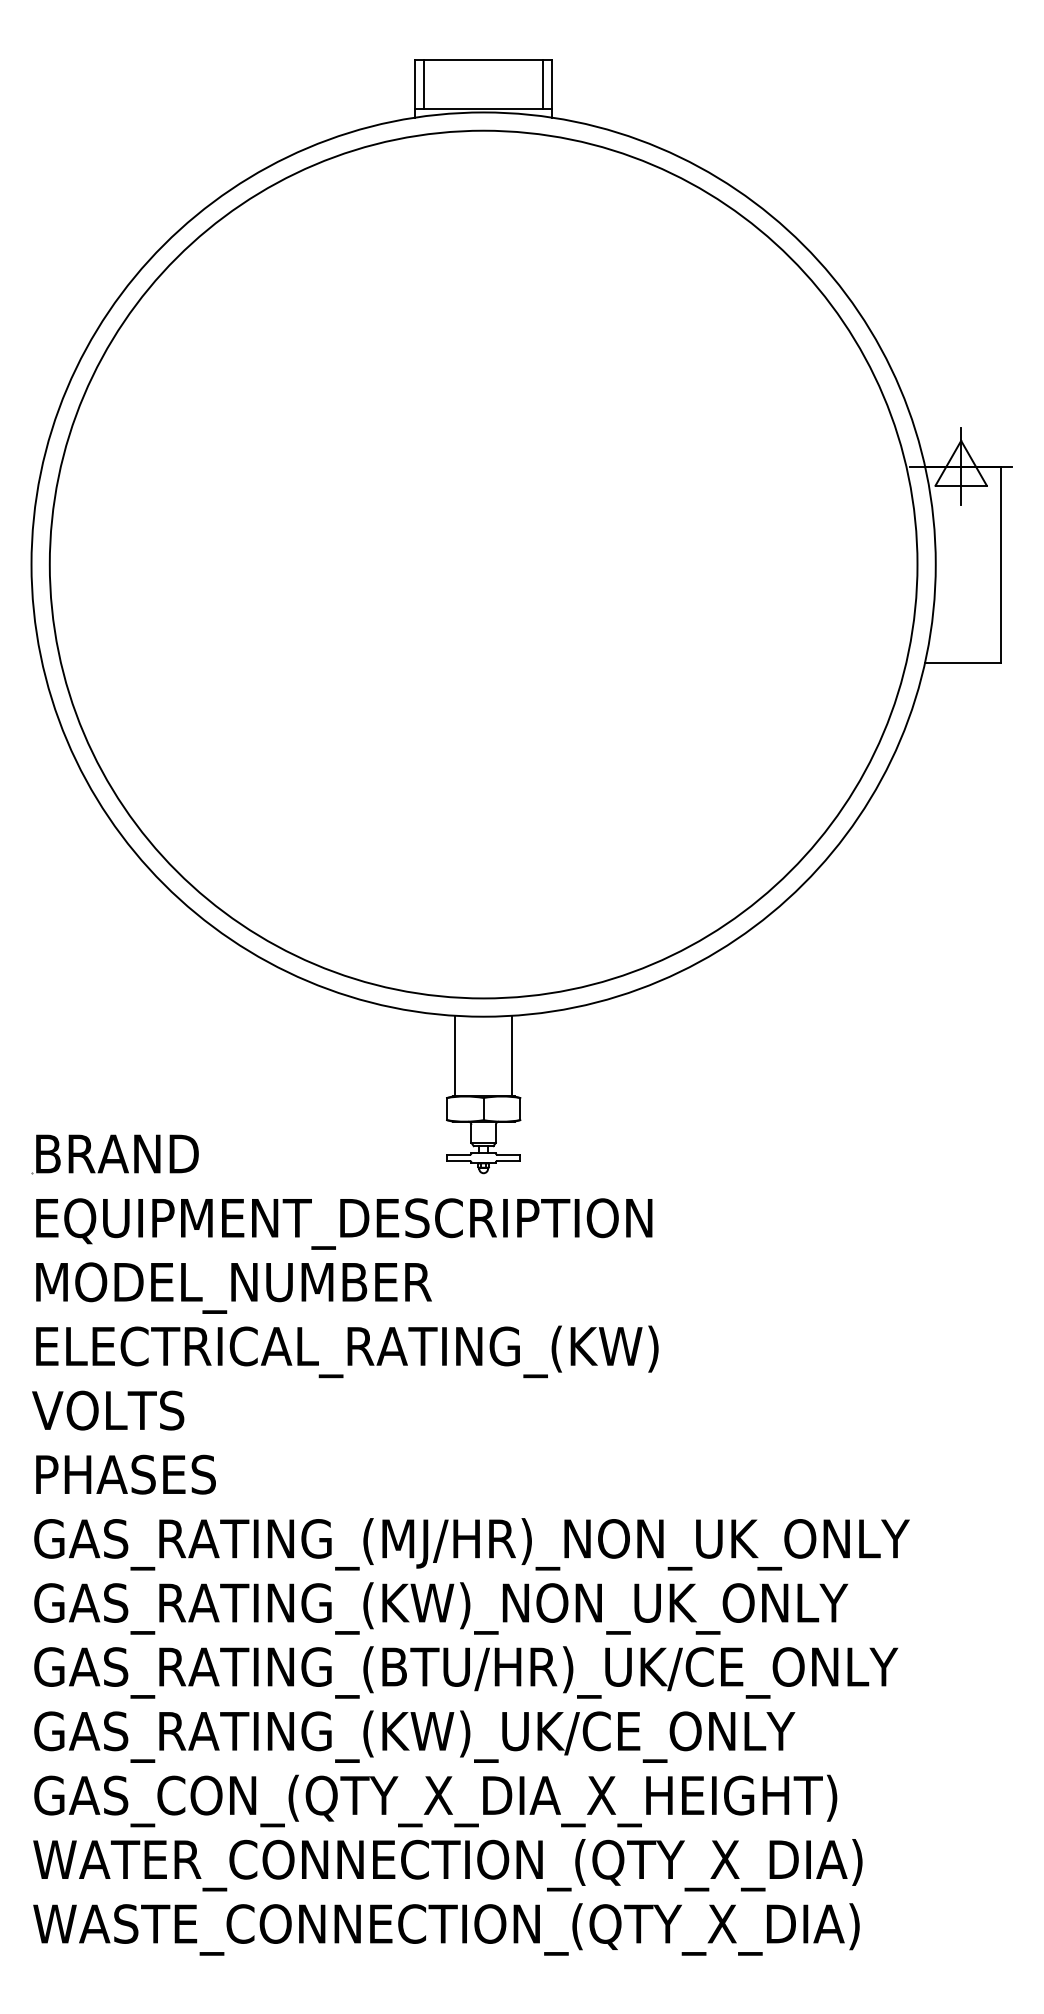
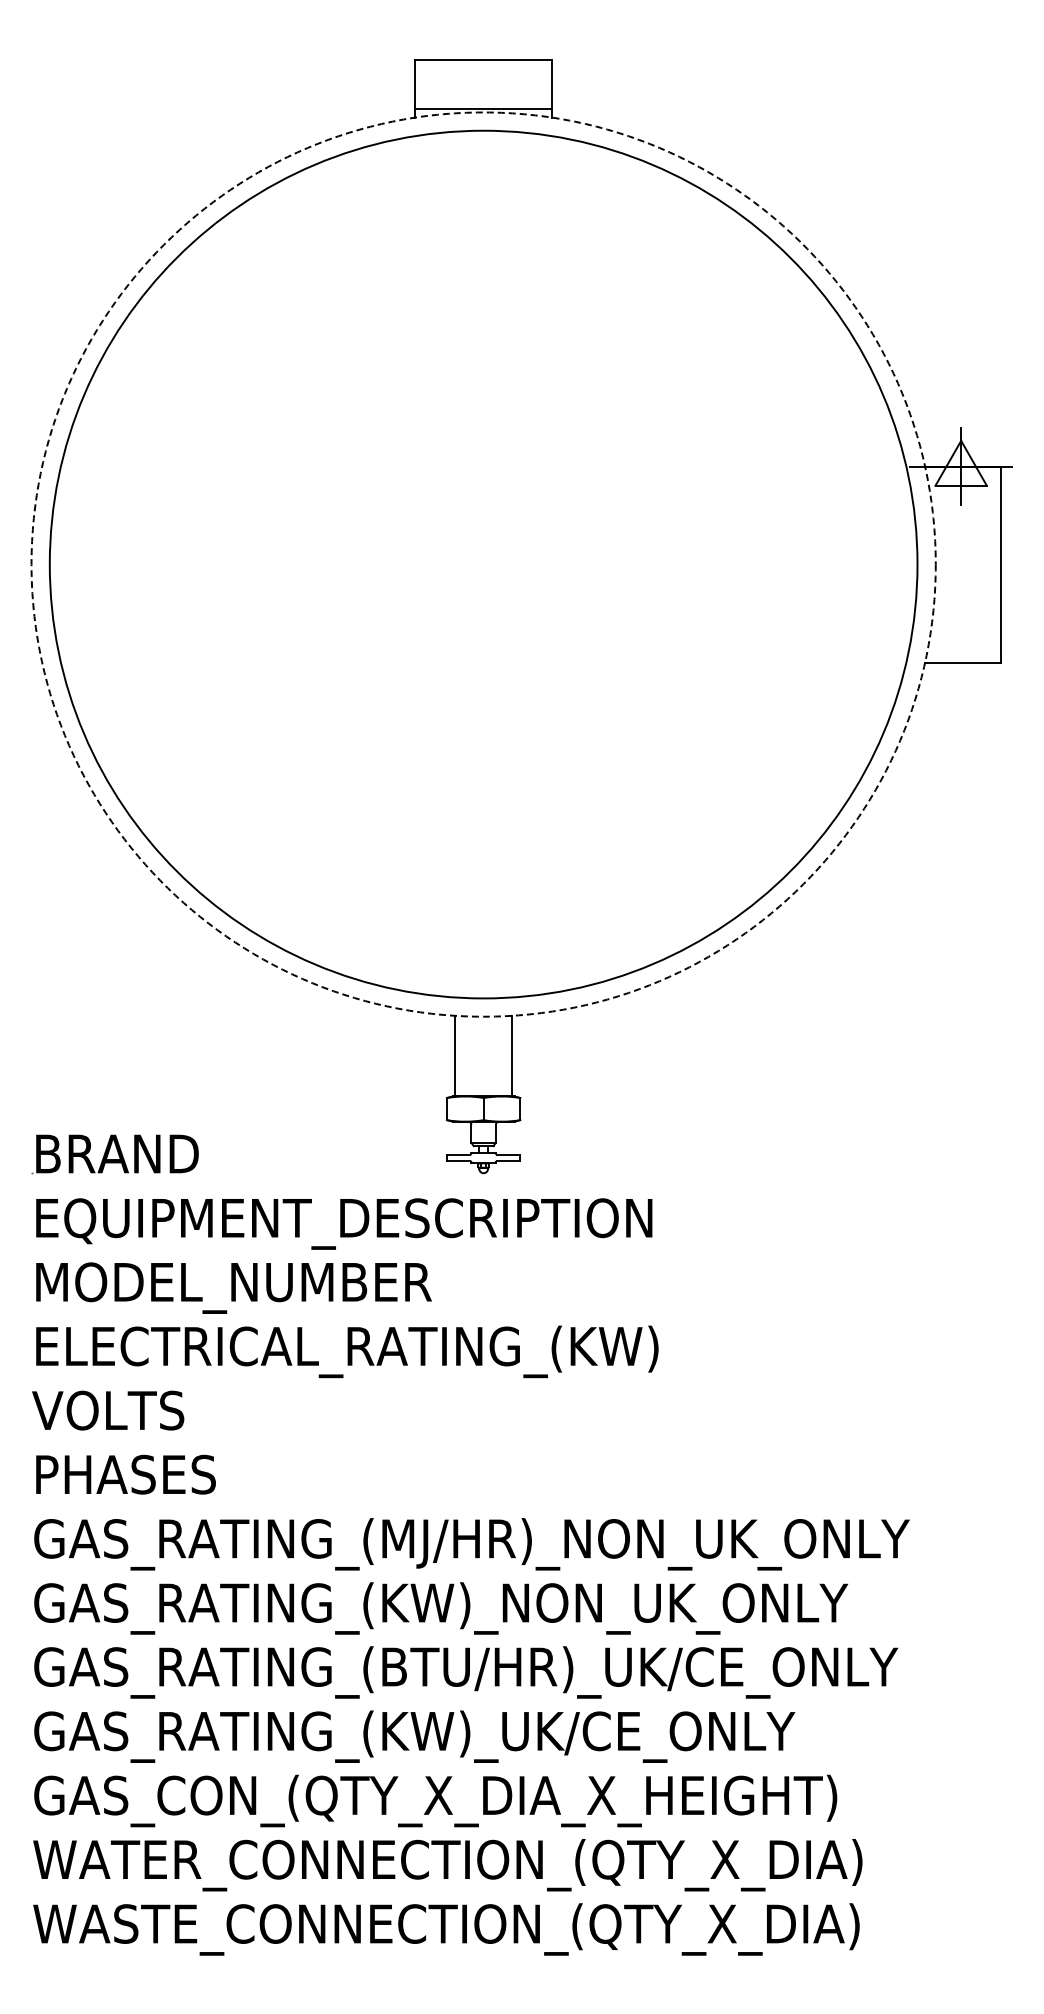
line at (424, 84): present -> none
line at (543, 84): present -> none
circle at (483, 564): solid -> dashed
